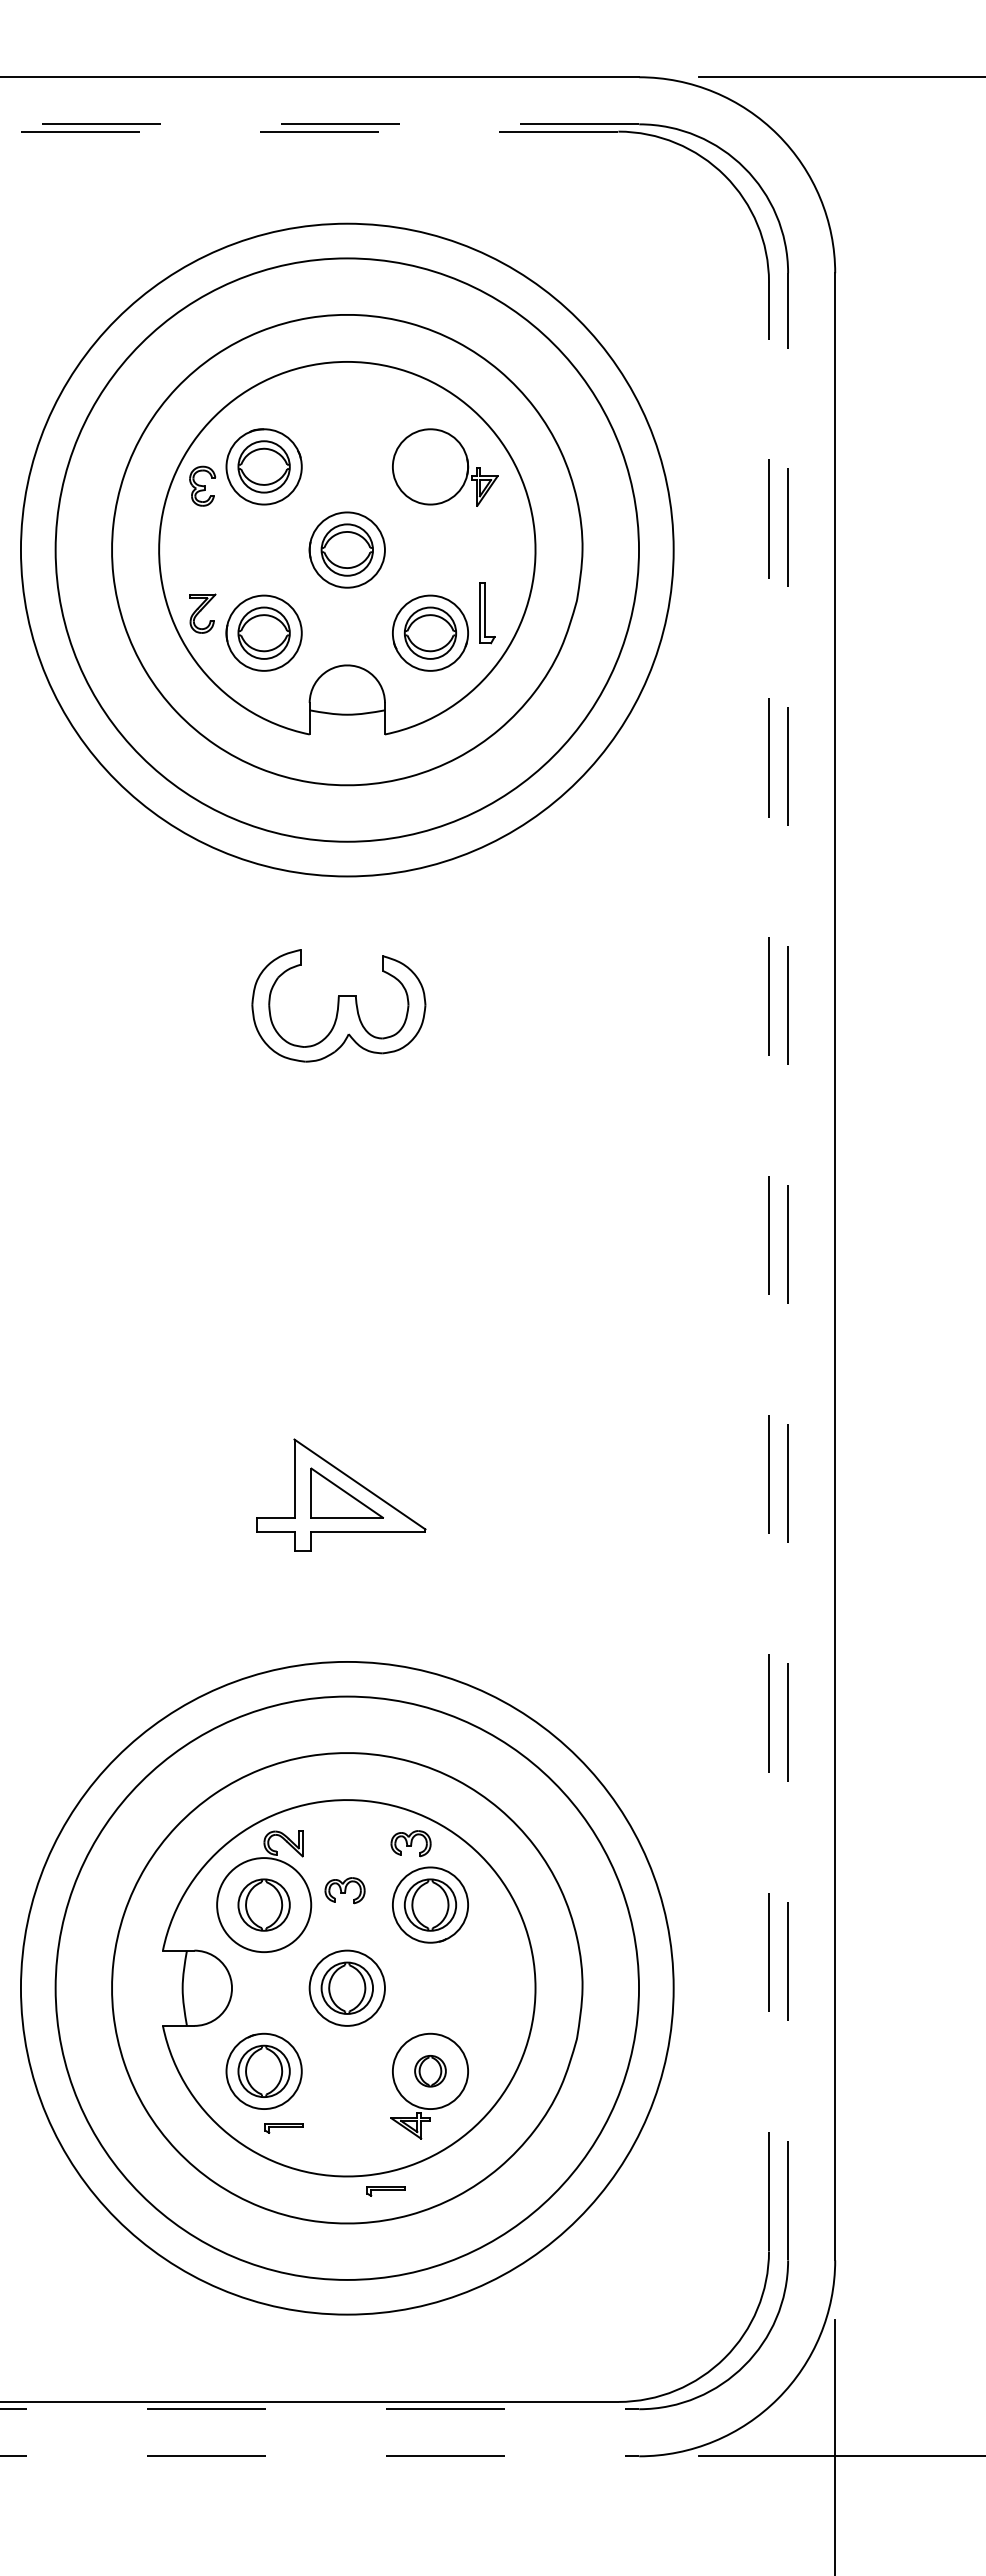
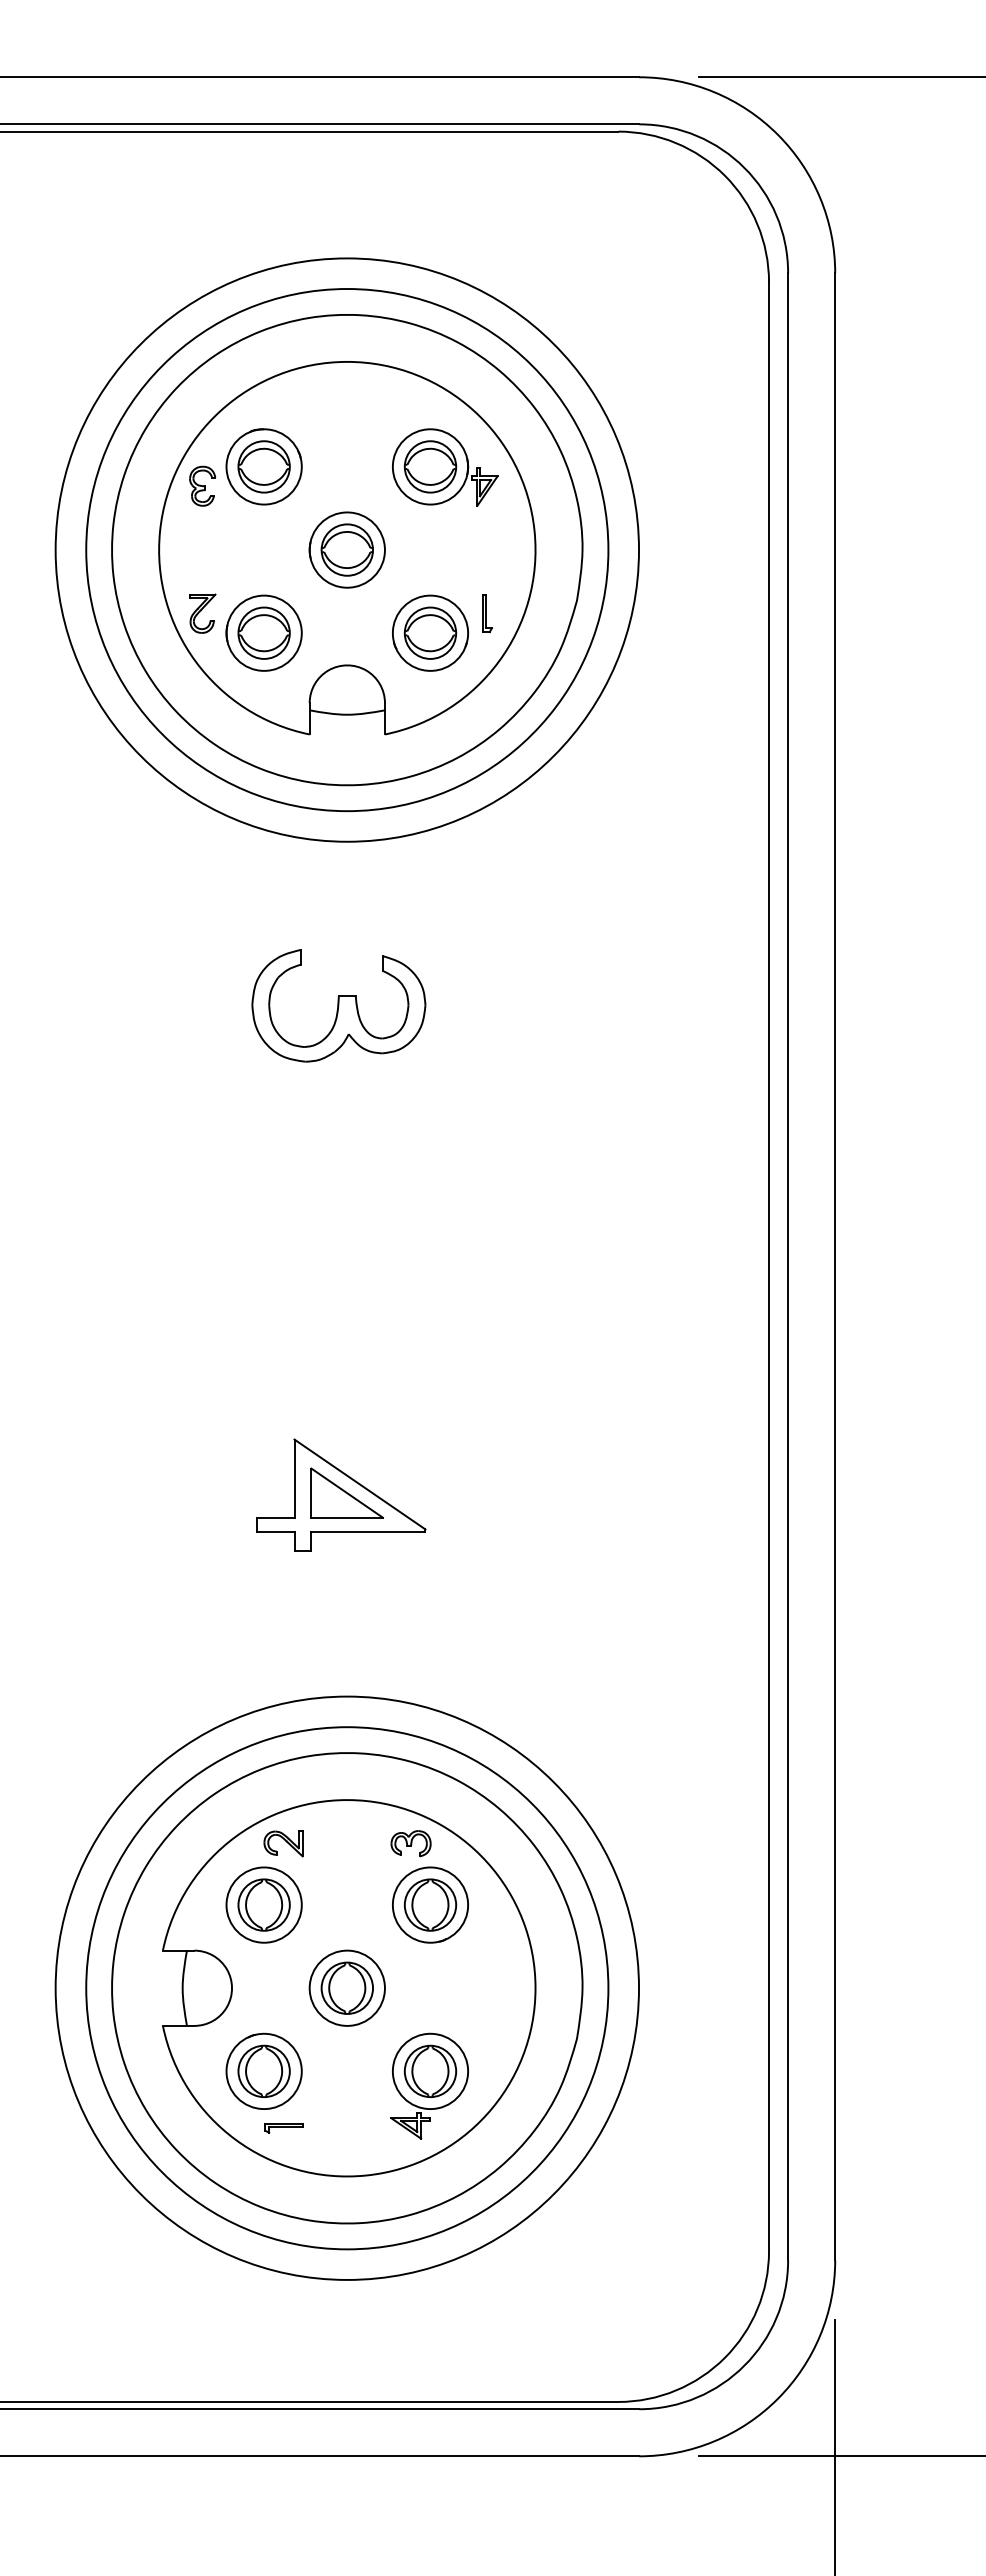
line at (319, 124): dashed -> solid
line at (309, 131): dashed -> solid
part at (430, 466): none -> present
circle at (346, 549) diameter: 653 px -> 522 px
part at (487, 613) size: 17x63 px -> 11x39 px
line at (769, 1266): dashed -> solid
line at (788, 1266): dashed -> solid
part at (344, 1890): present -> none
circle at (264, 1905) diameter: 94 px -> 75 px
circle at (346, 1987) diameter: 653 px -> 522 px
part at (430, 2071) size: 33x33 px -> 55x54 px
part at (385, 2191): present -> none
line at (320, 2409): dashed -> solid
line at (320, 2456): dashed -> solid
